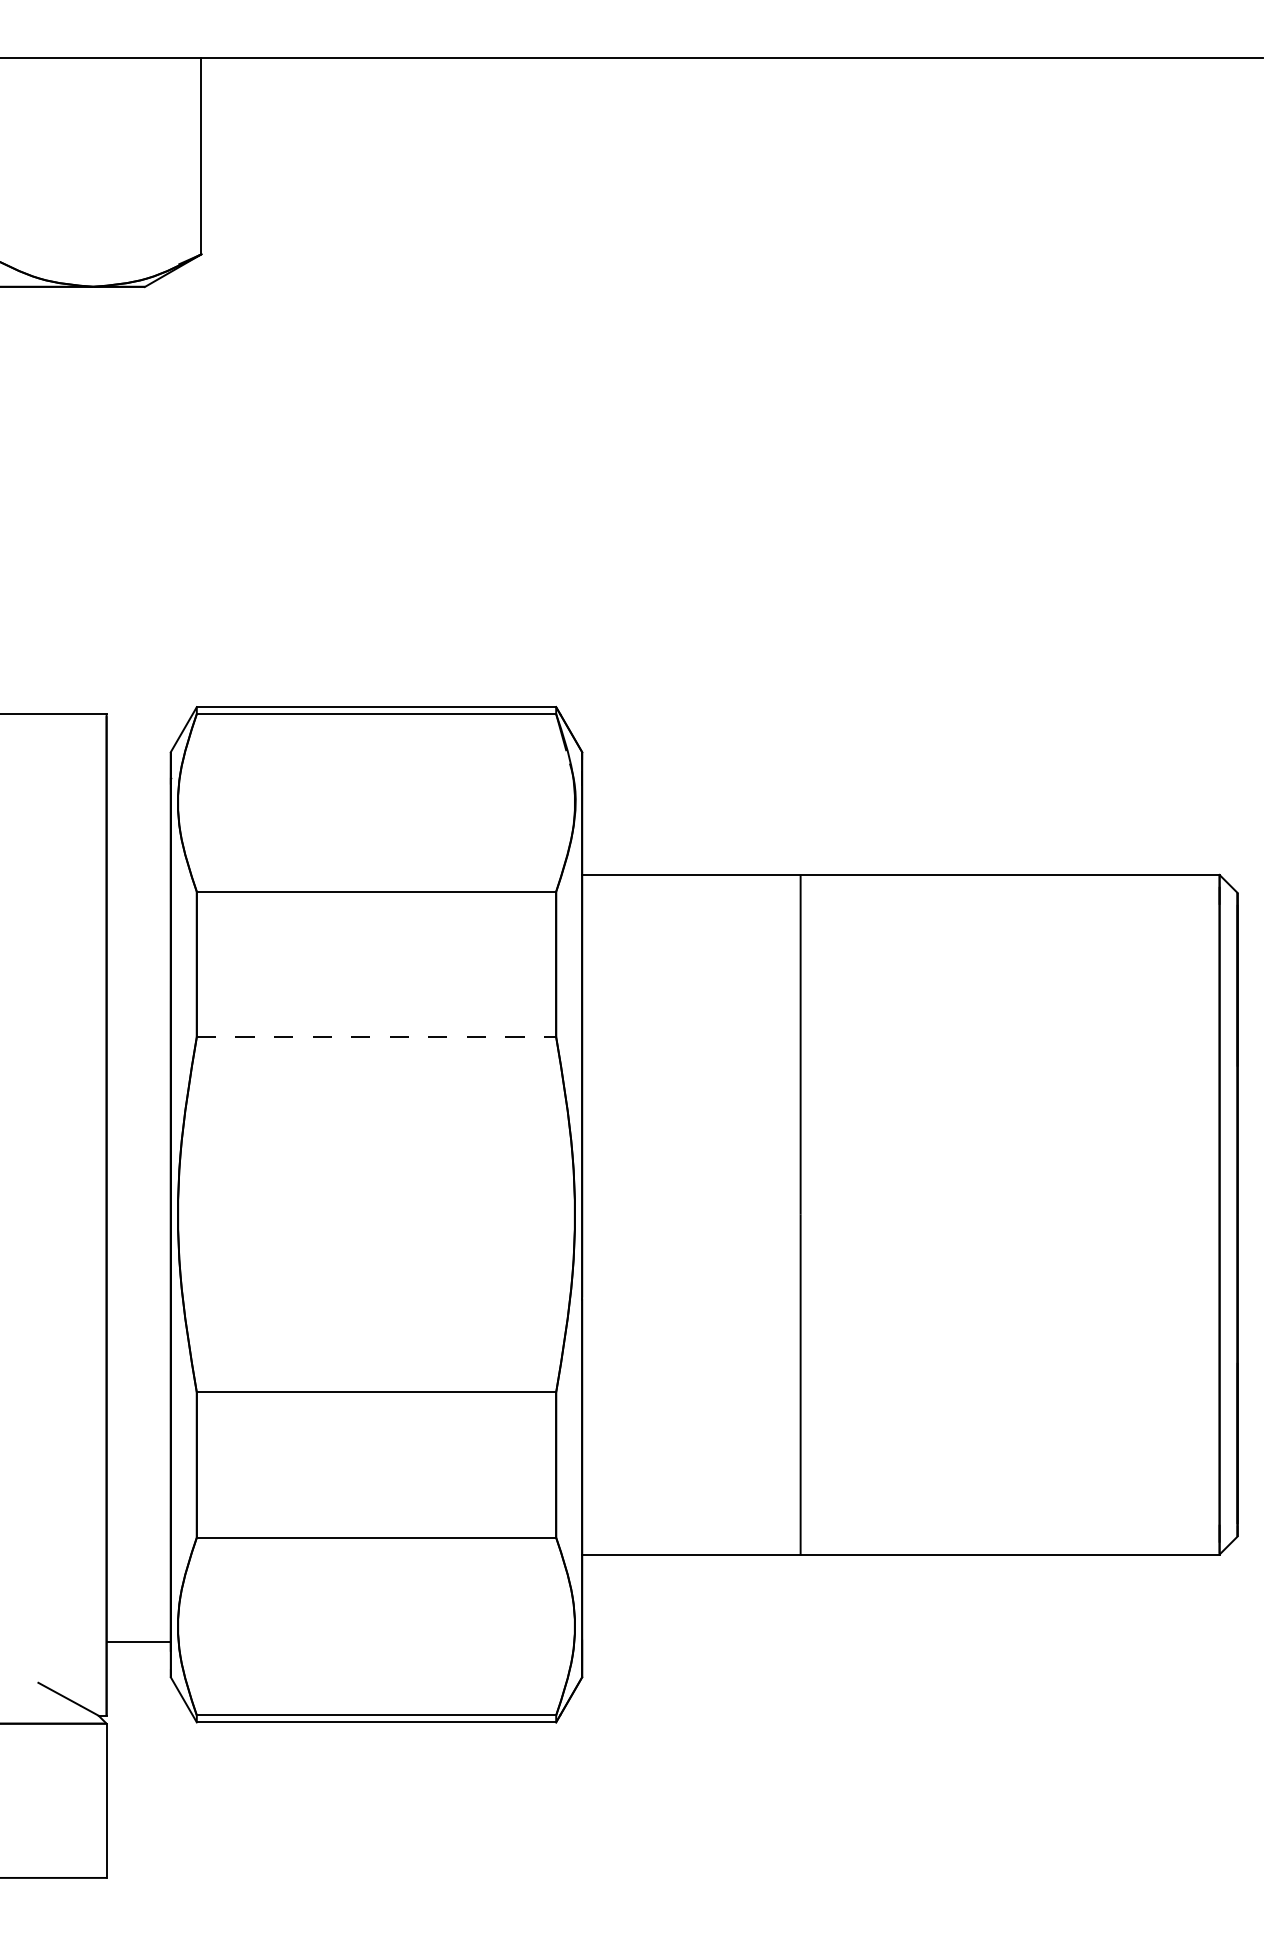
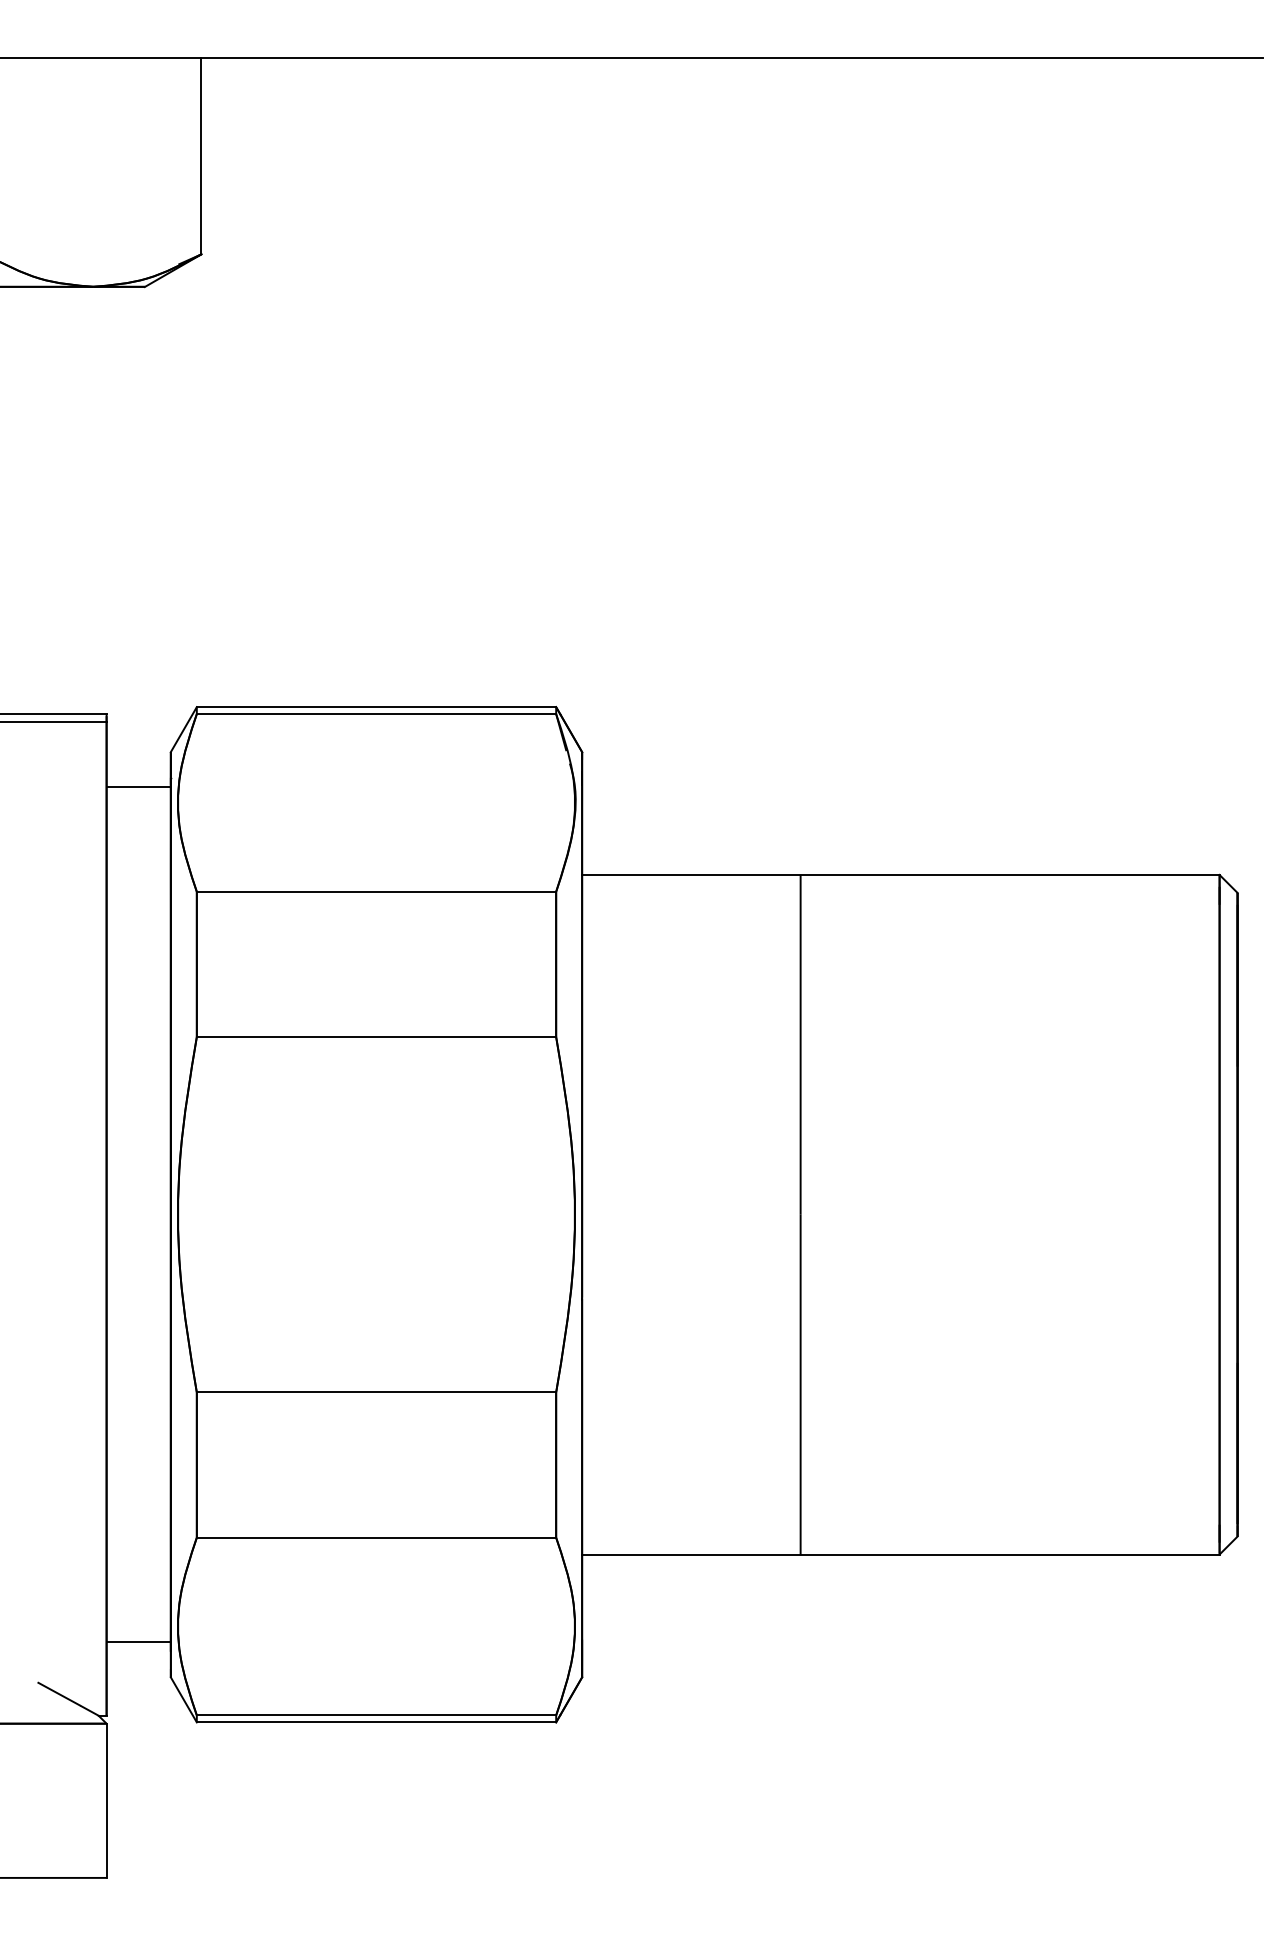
line at (54, 722): none -> present
line at (138, 787): none -> present
line at (376, 1037): dashed -> solid
